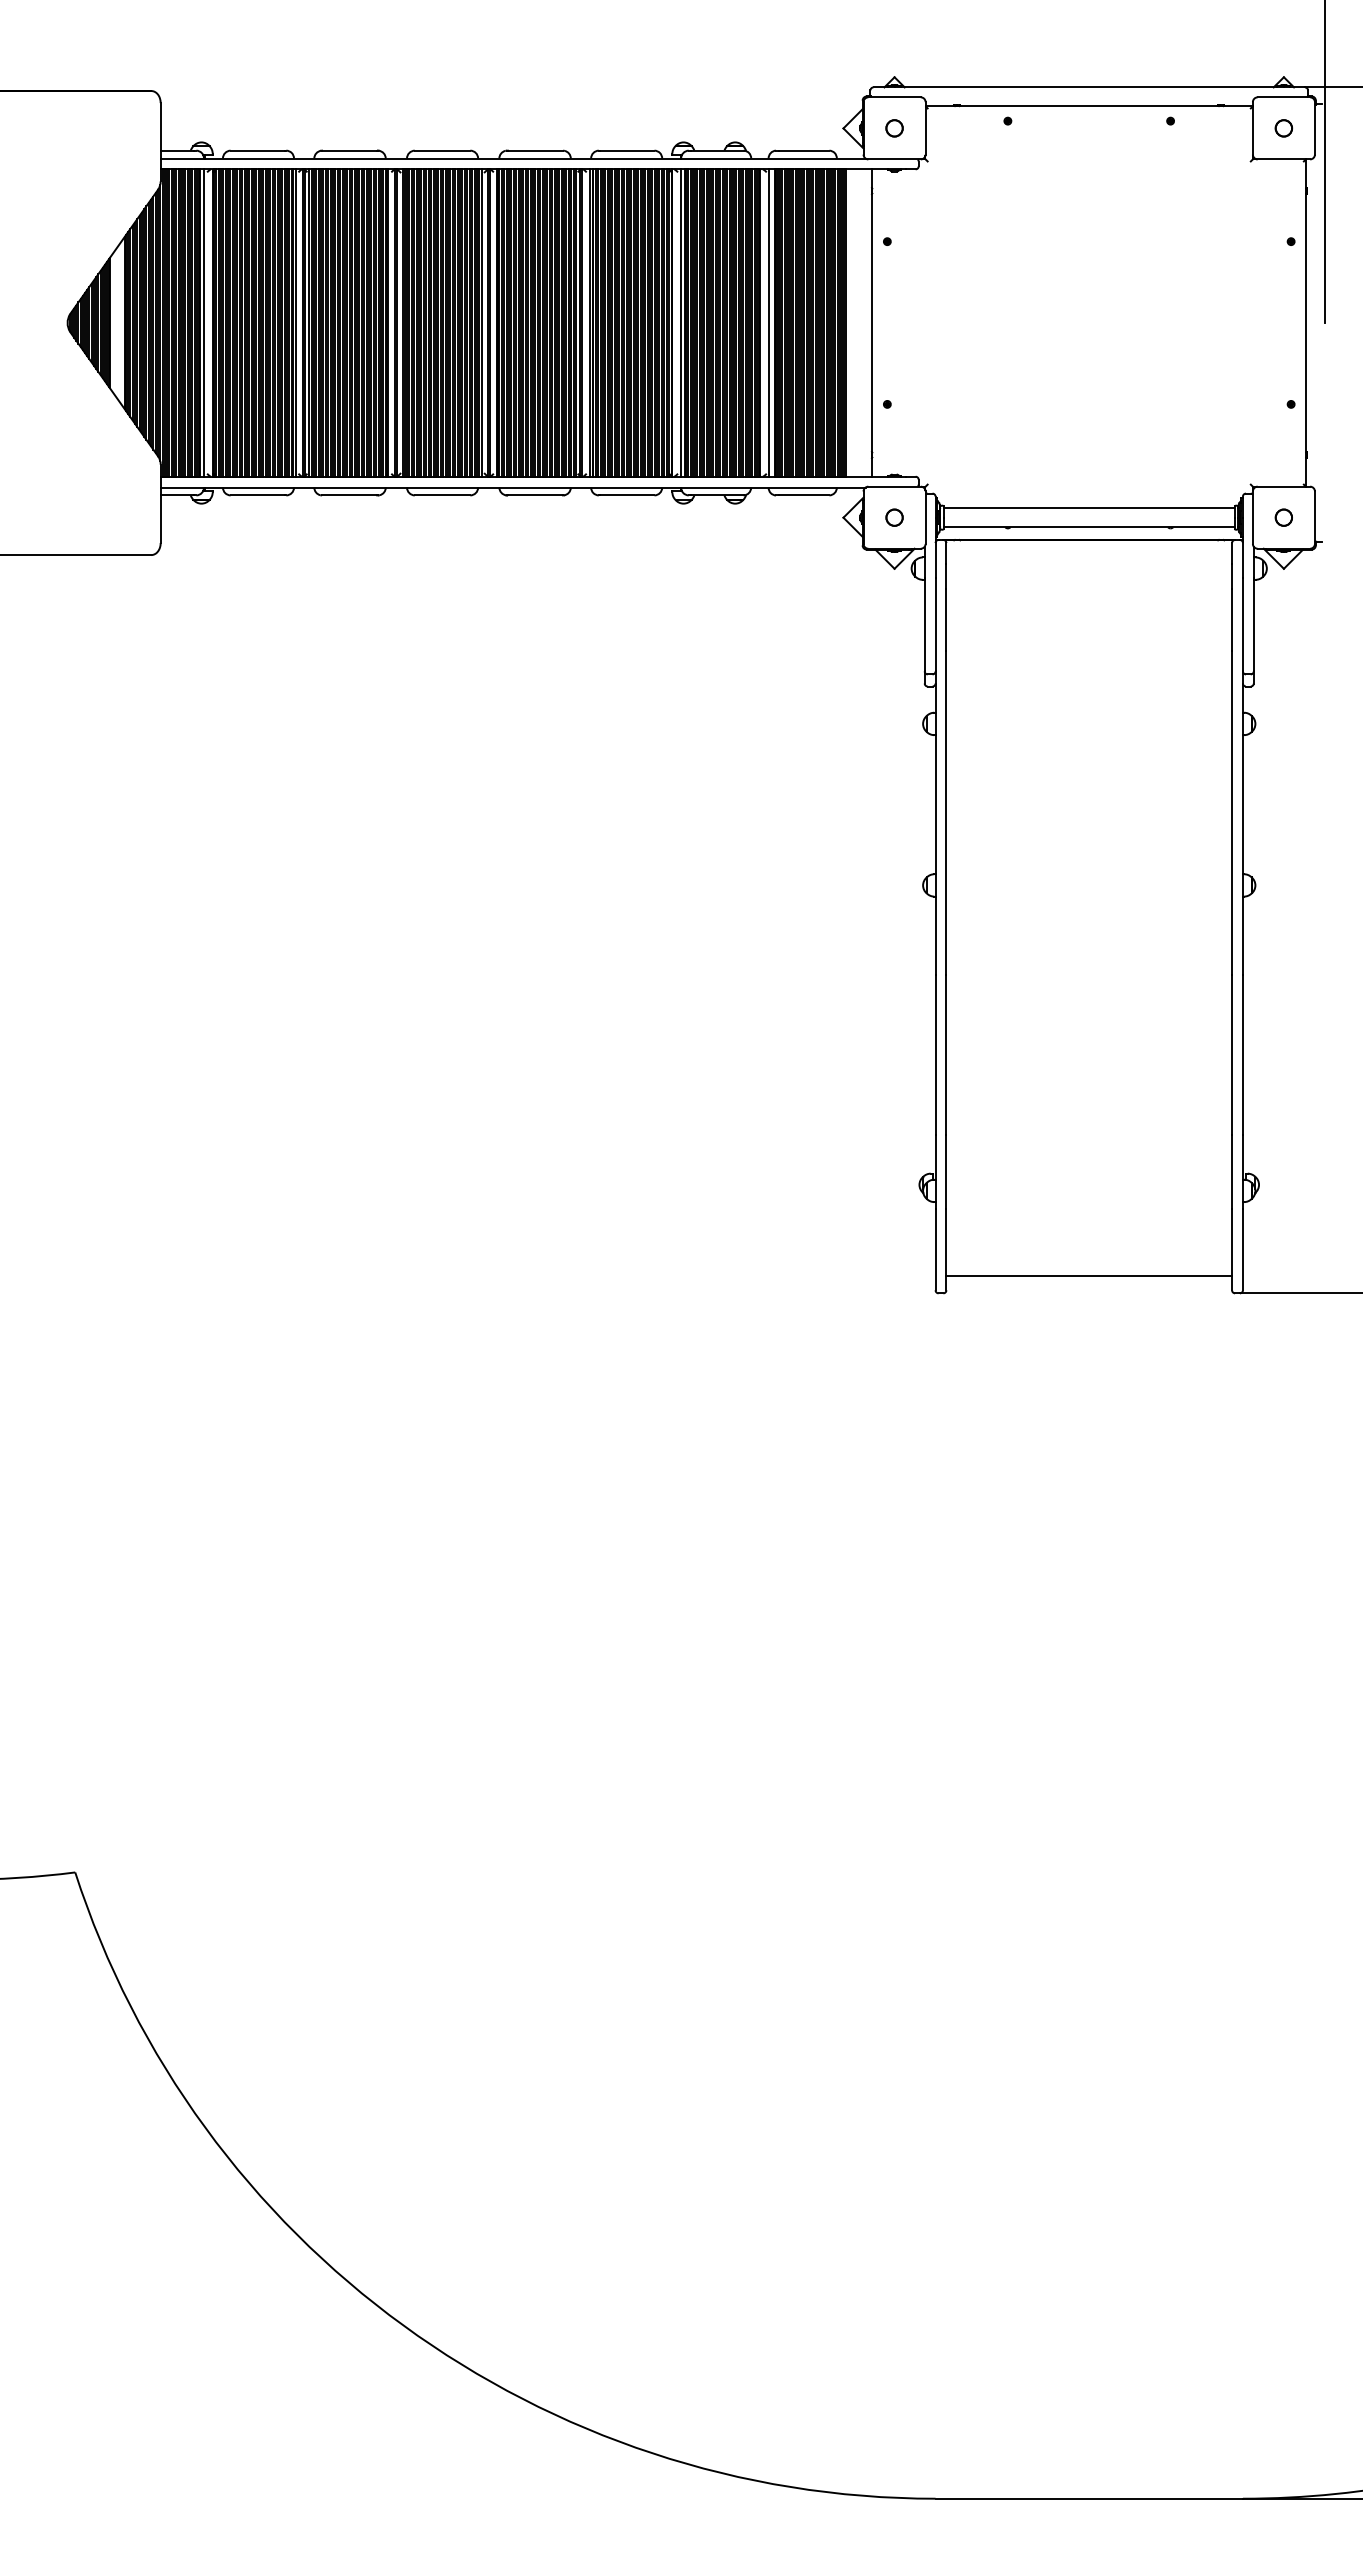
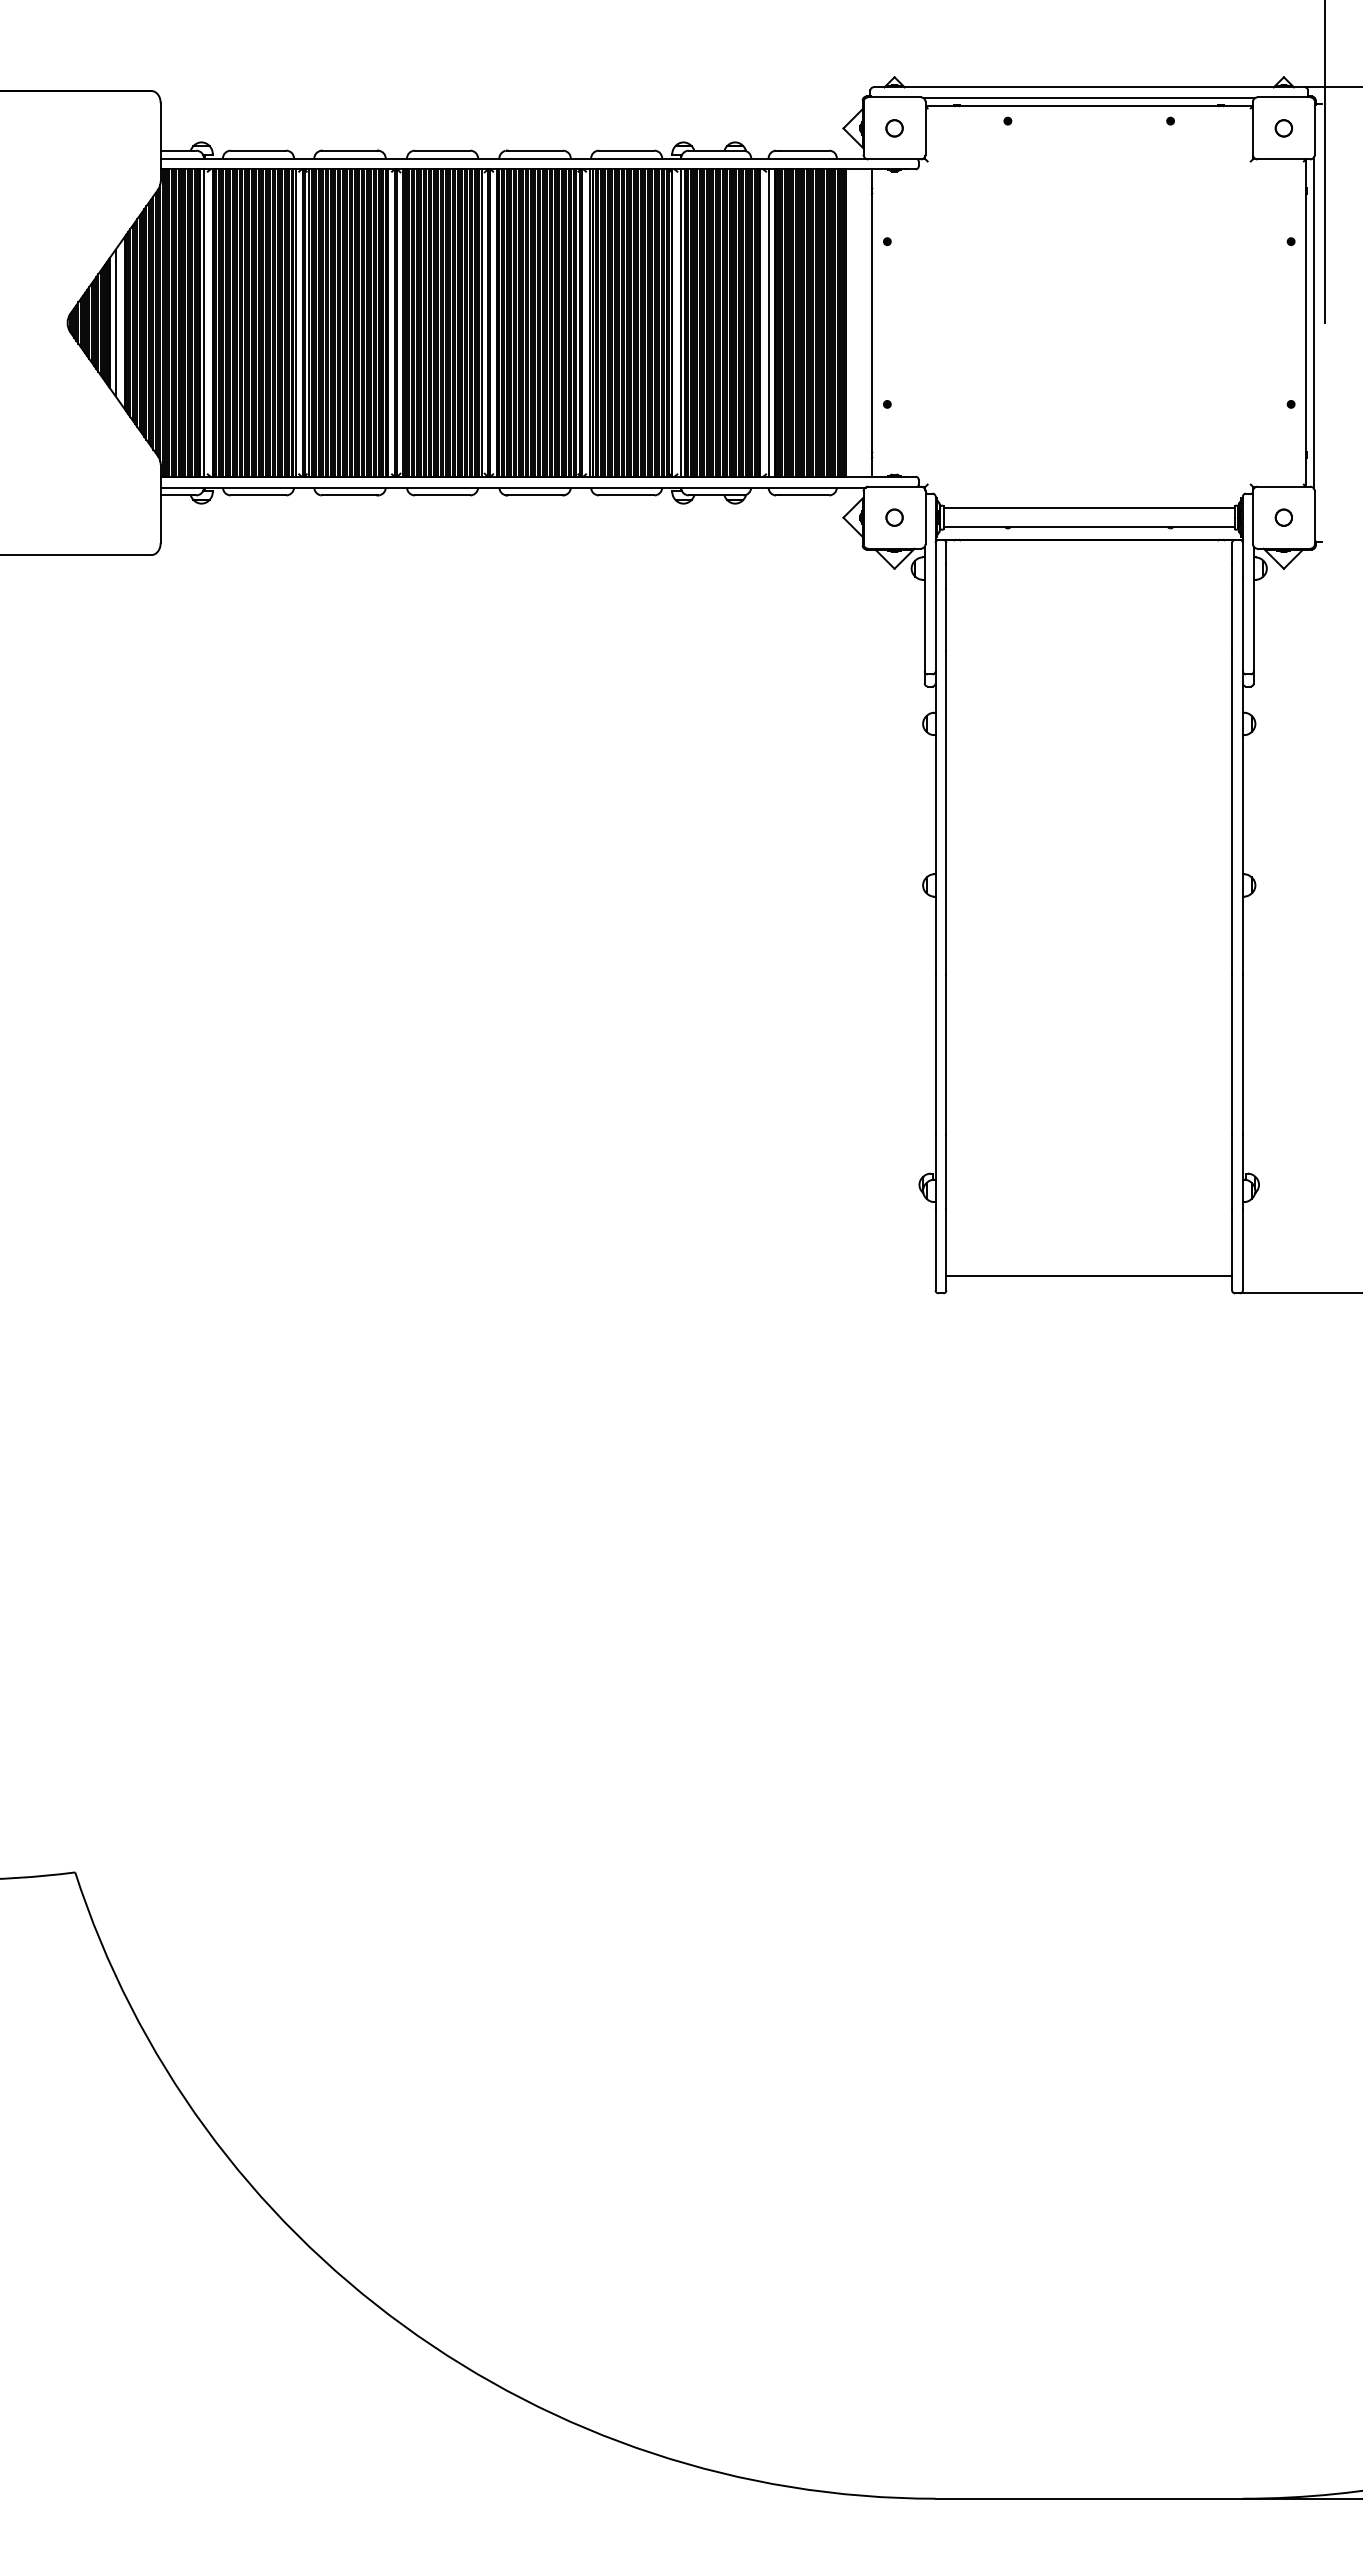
line at (1088, 98): none -> present
line at (115, 322): none -> present
line at (1314, 322): none -> present
